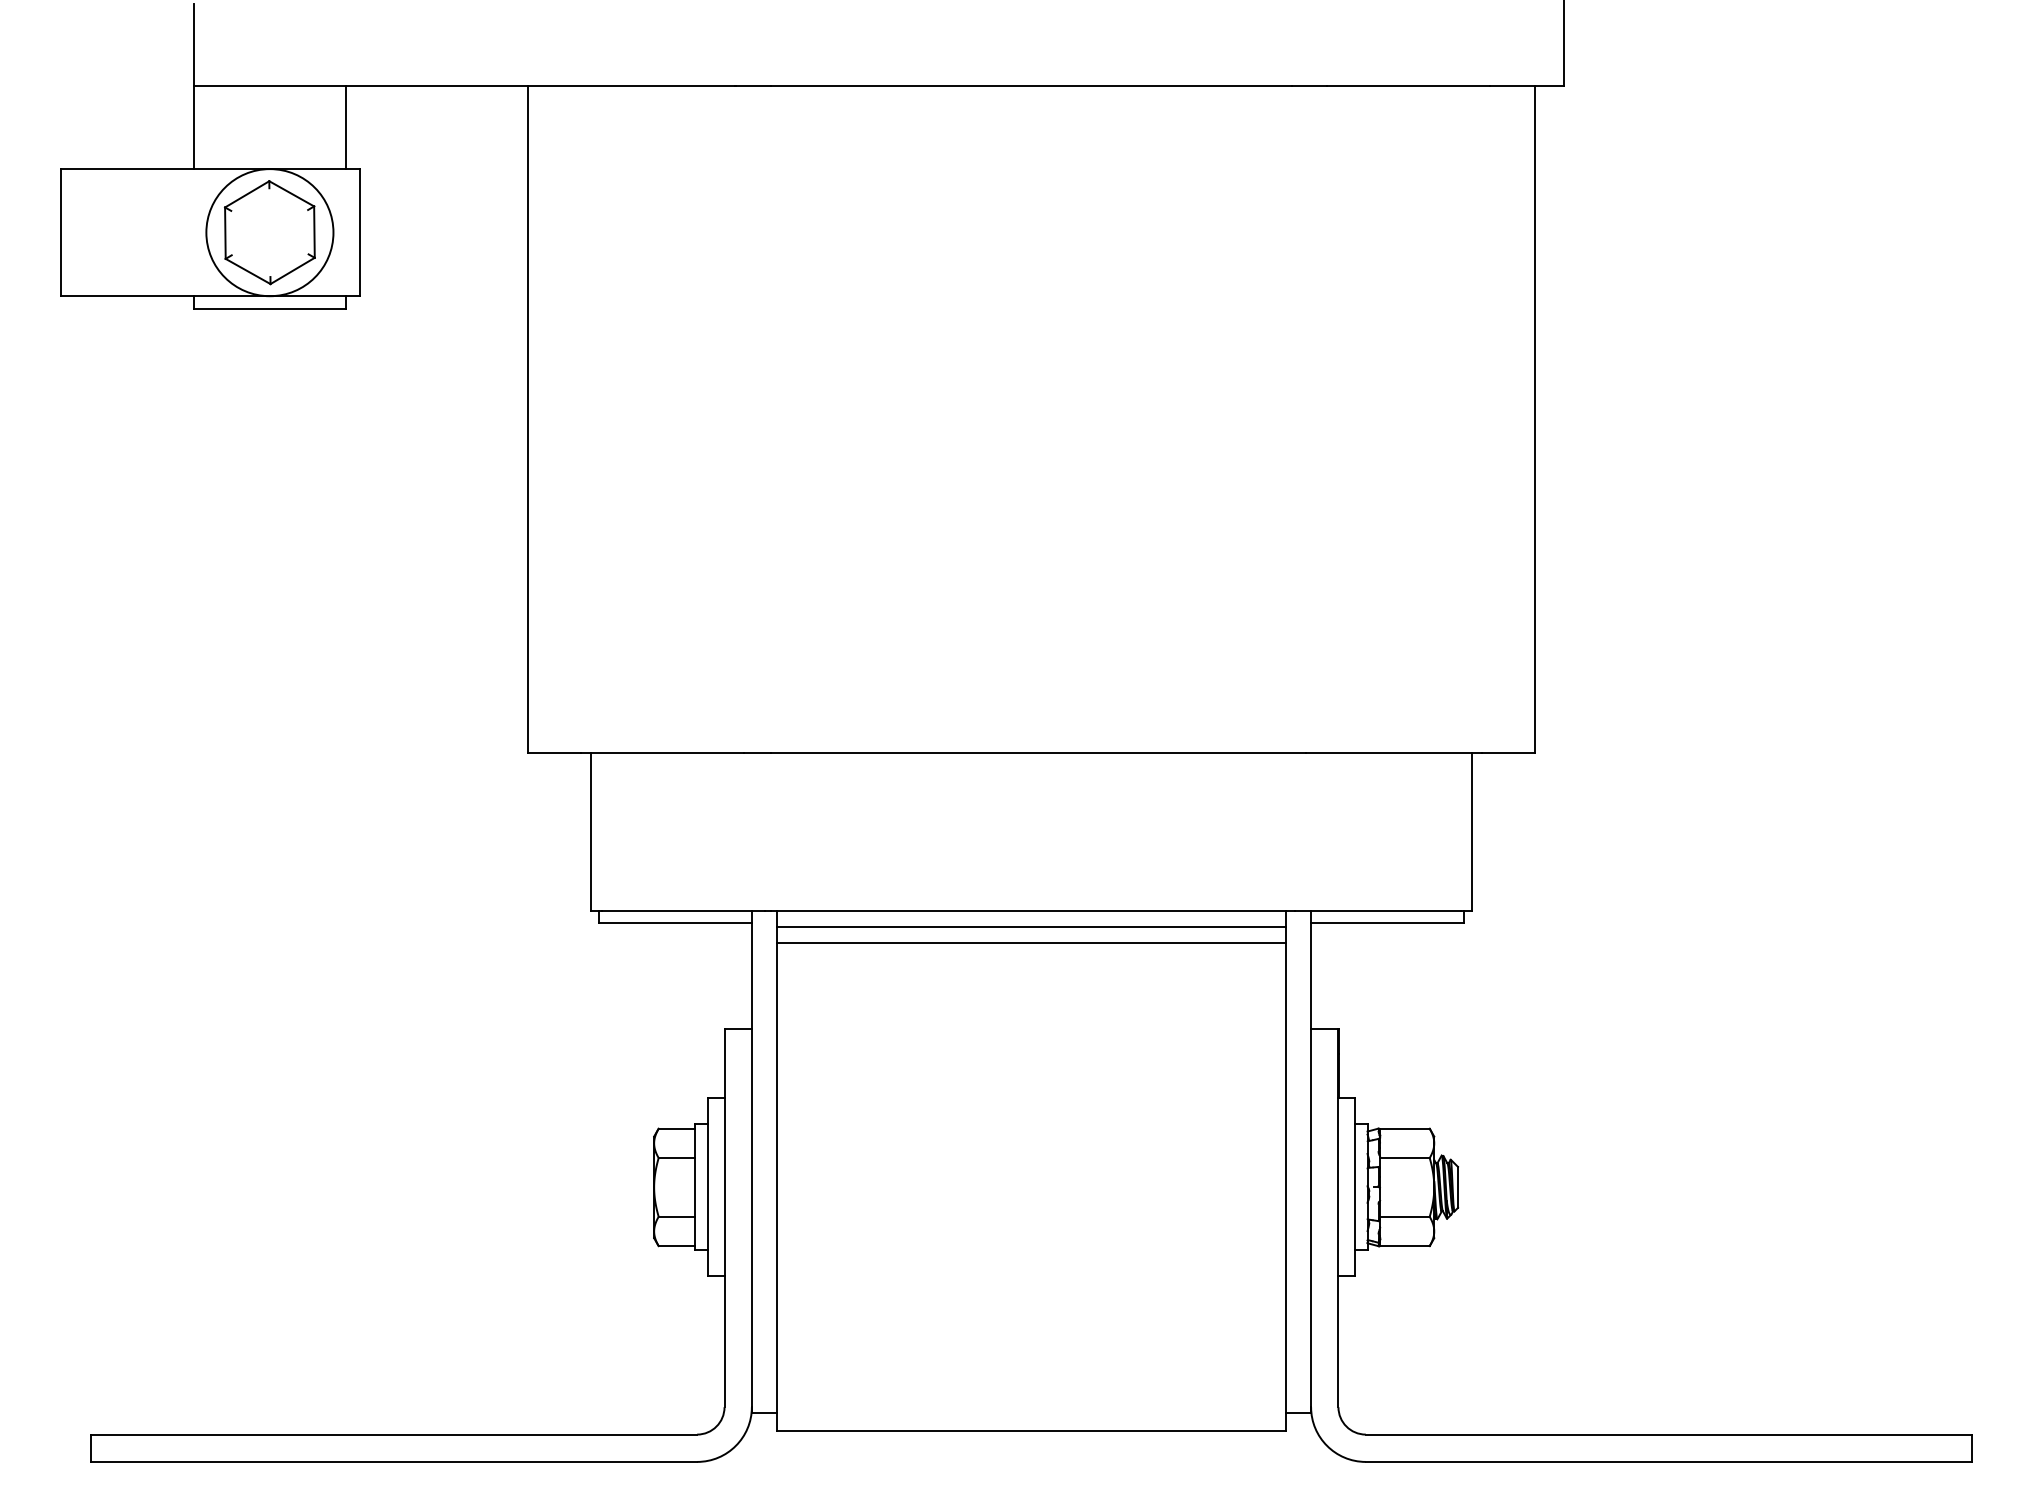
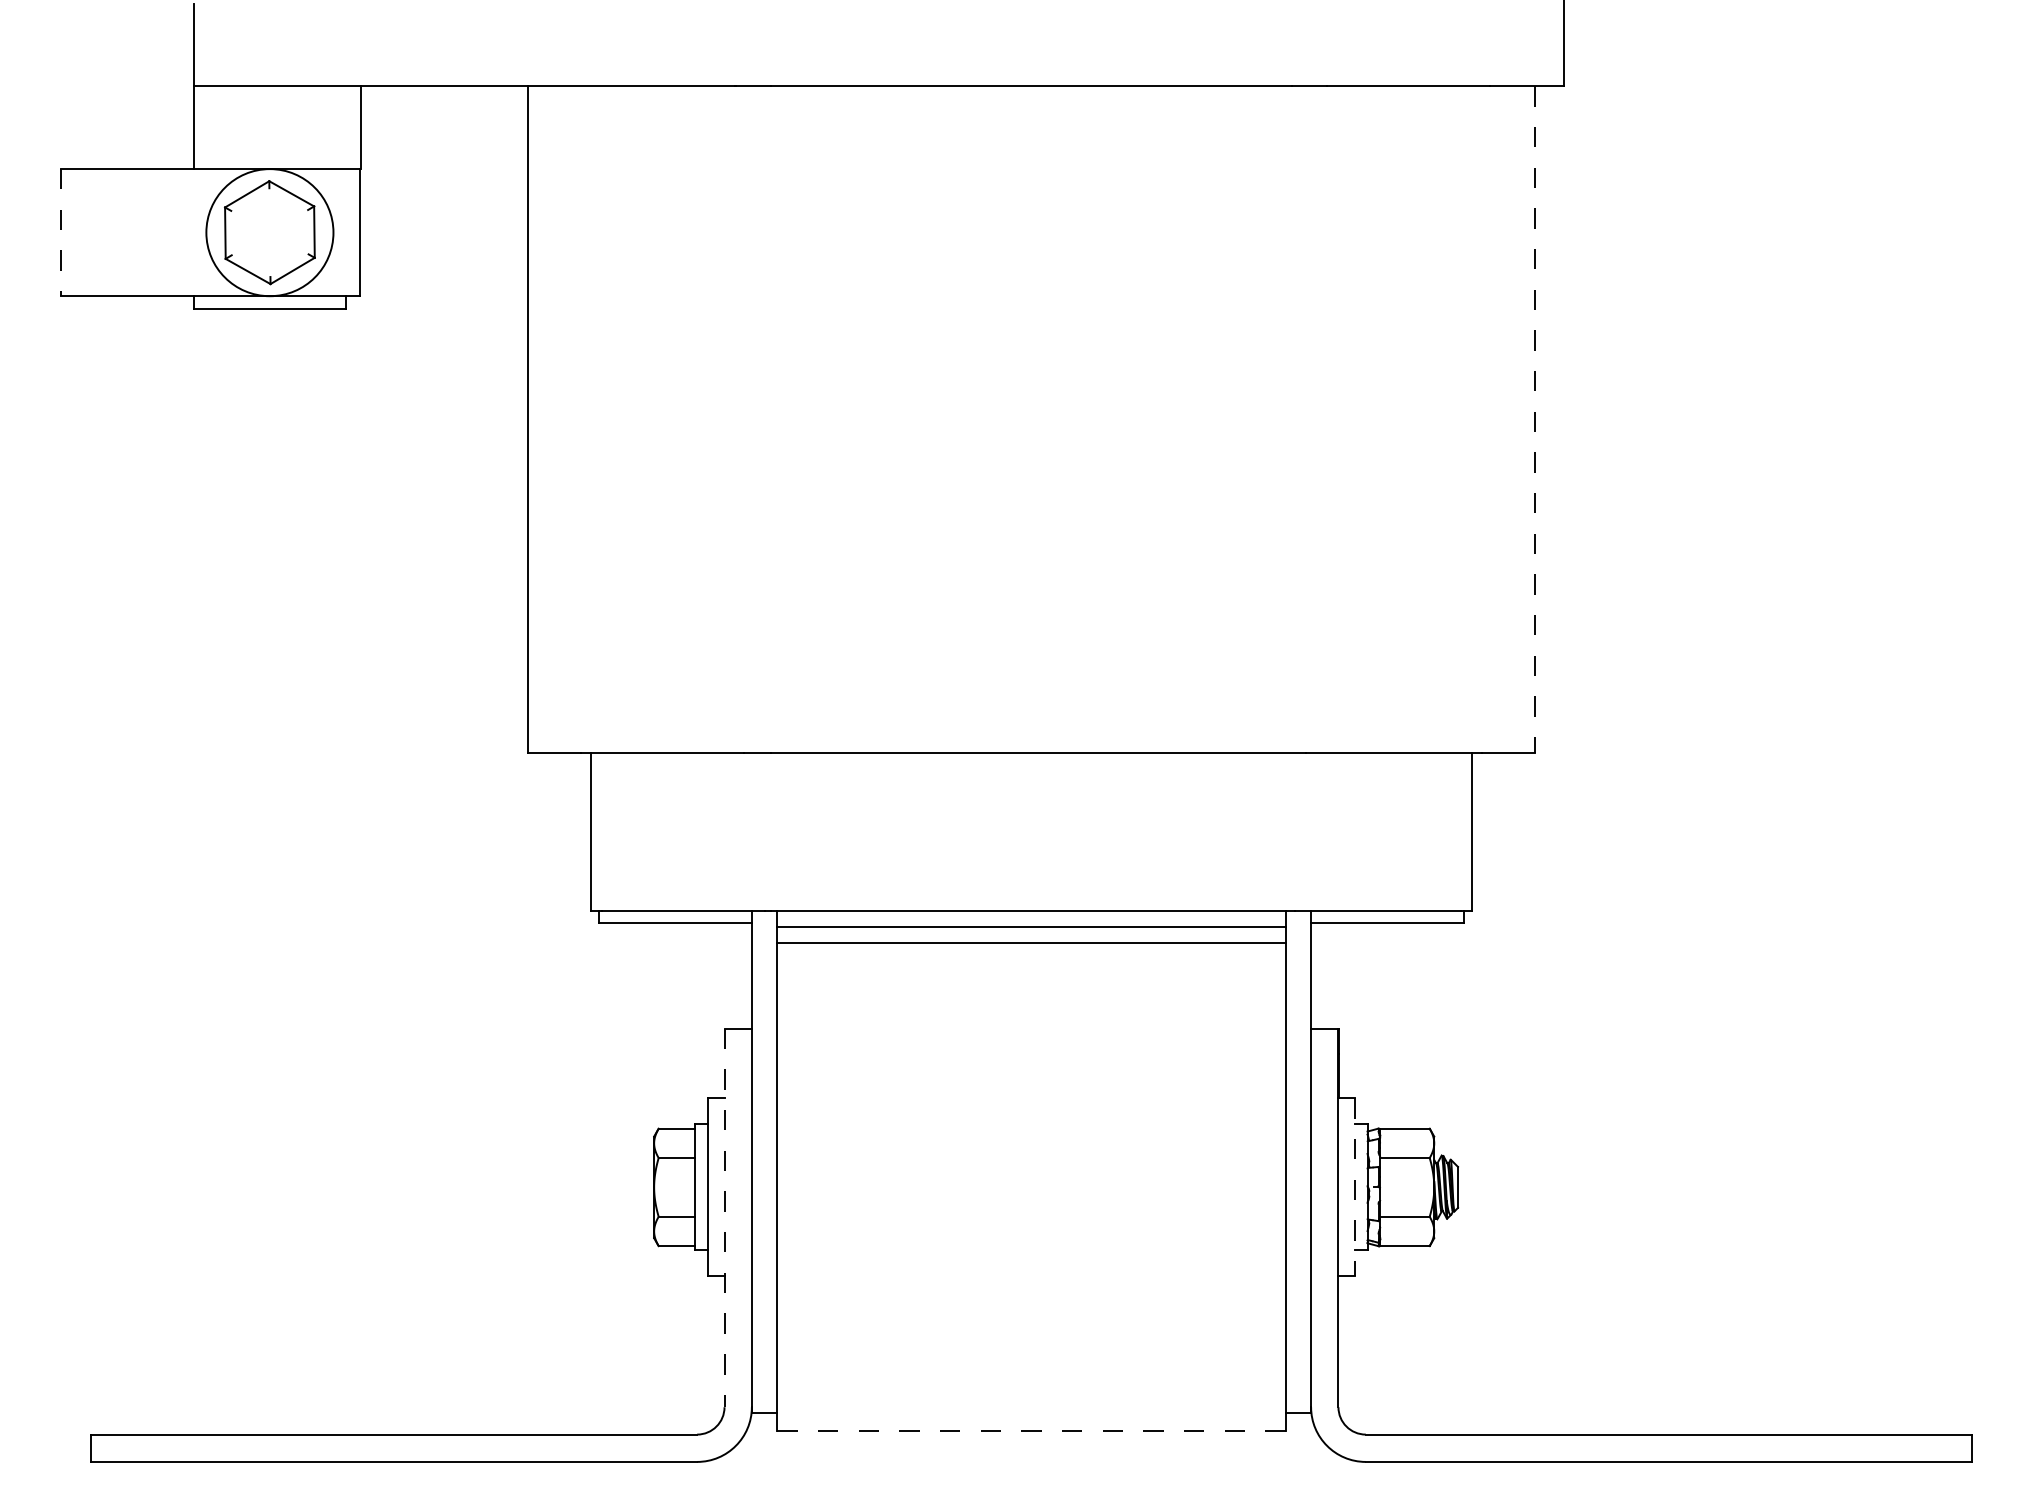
line at (346, 127) position: (346, 127) -> (361, 127)
line at (60, 232): solid -> dashed
line at (1534, 419): solid -> dashed
line at (1354, 1187): solid -> dashed
line at (724, 1218): solid -> dashed
line at (1030, 1431): solid -> dashed
